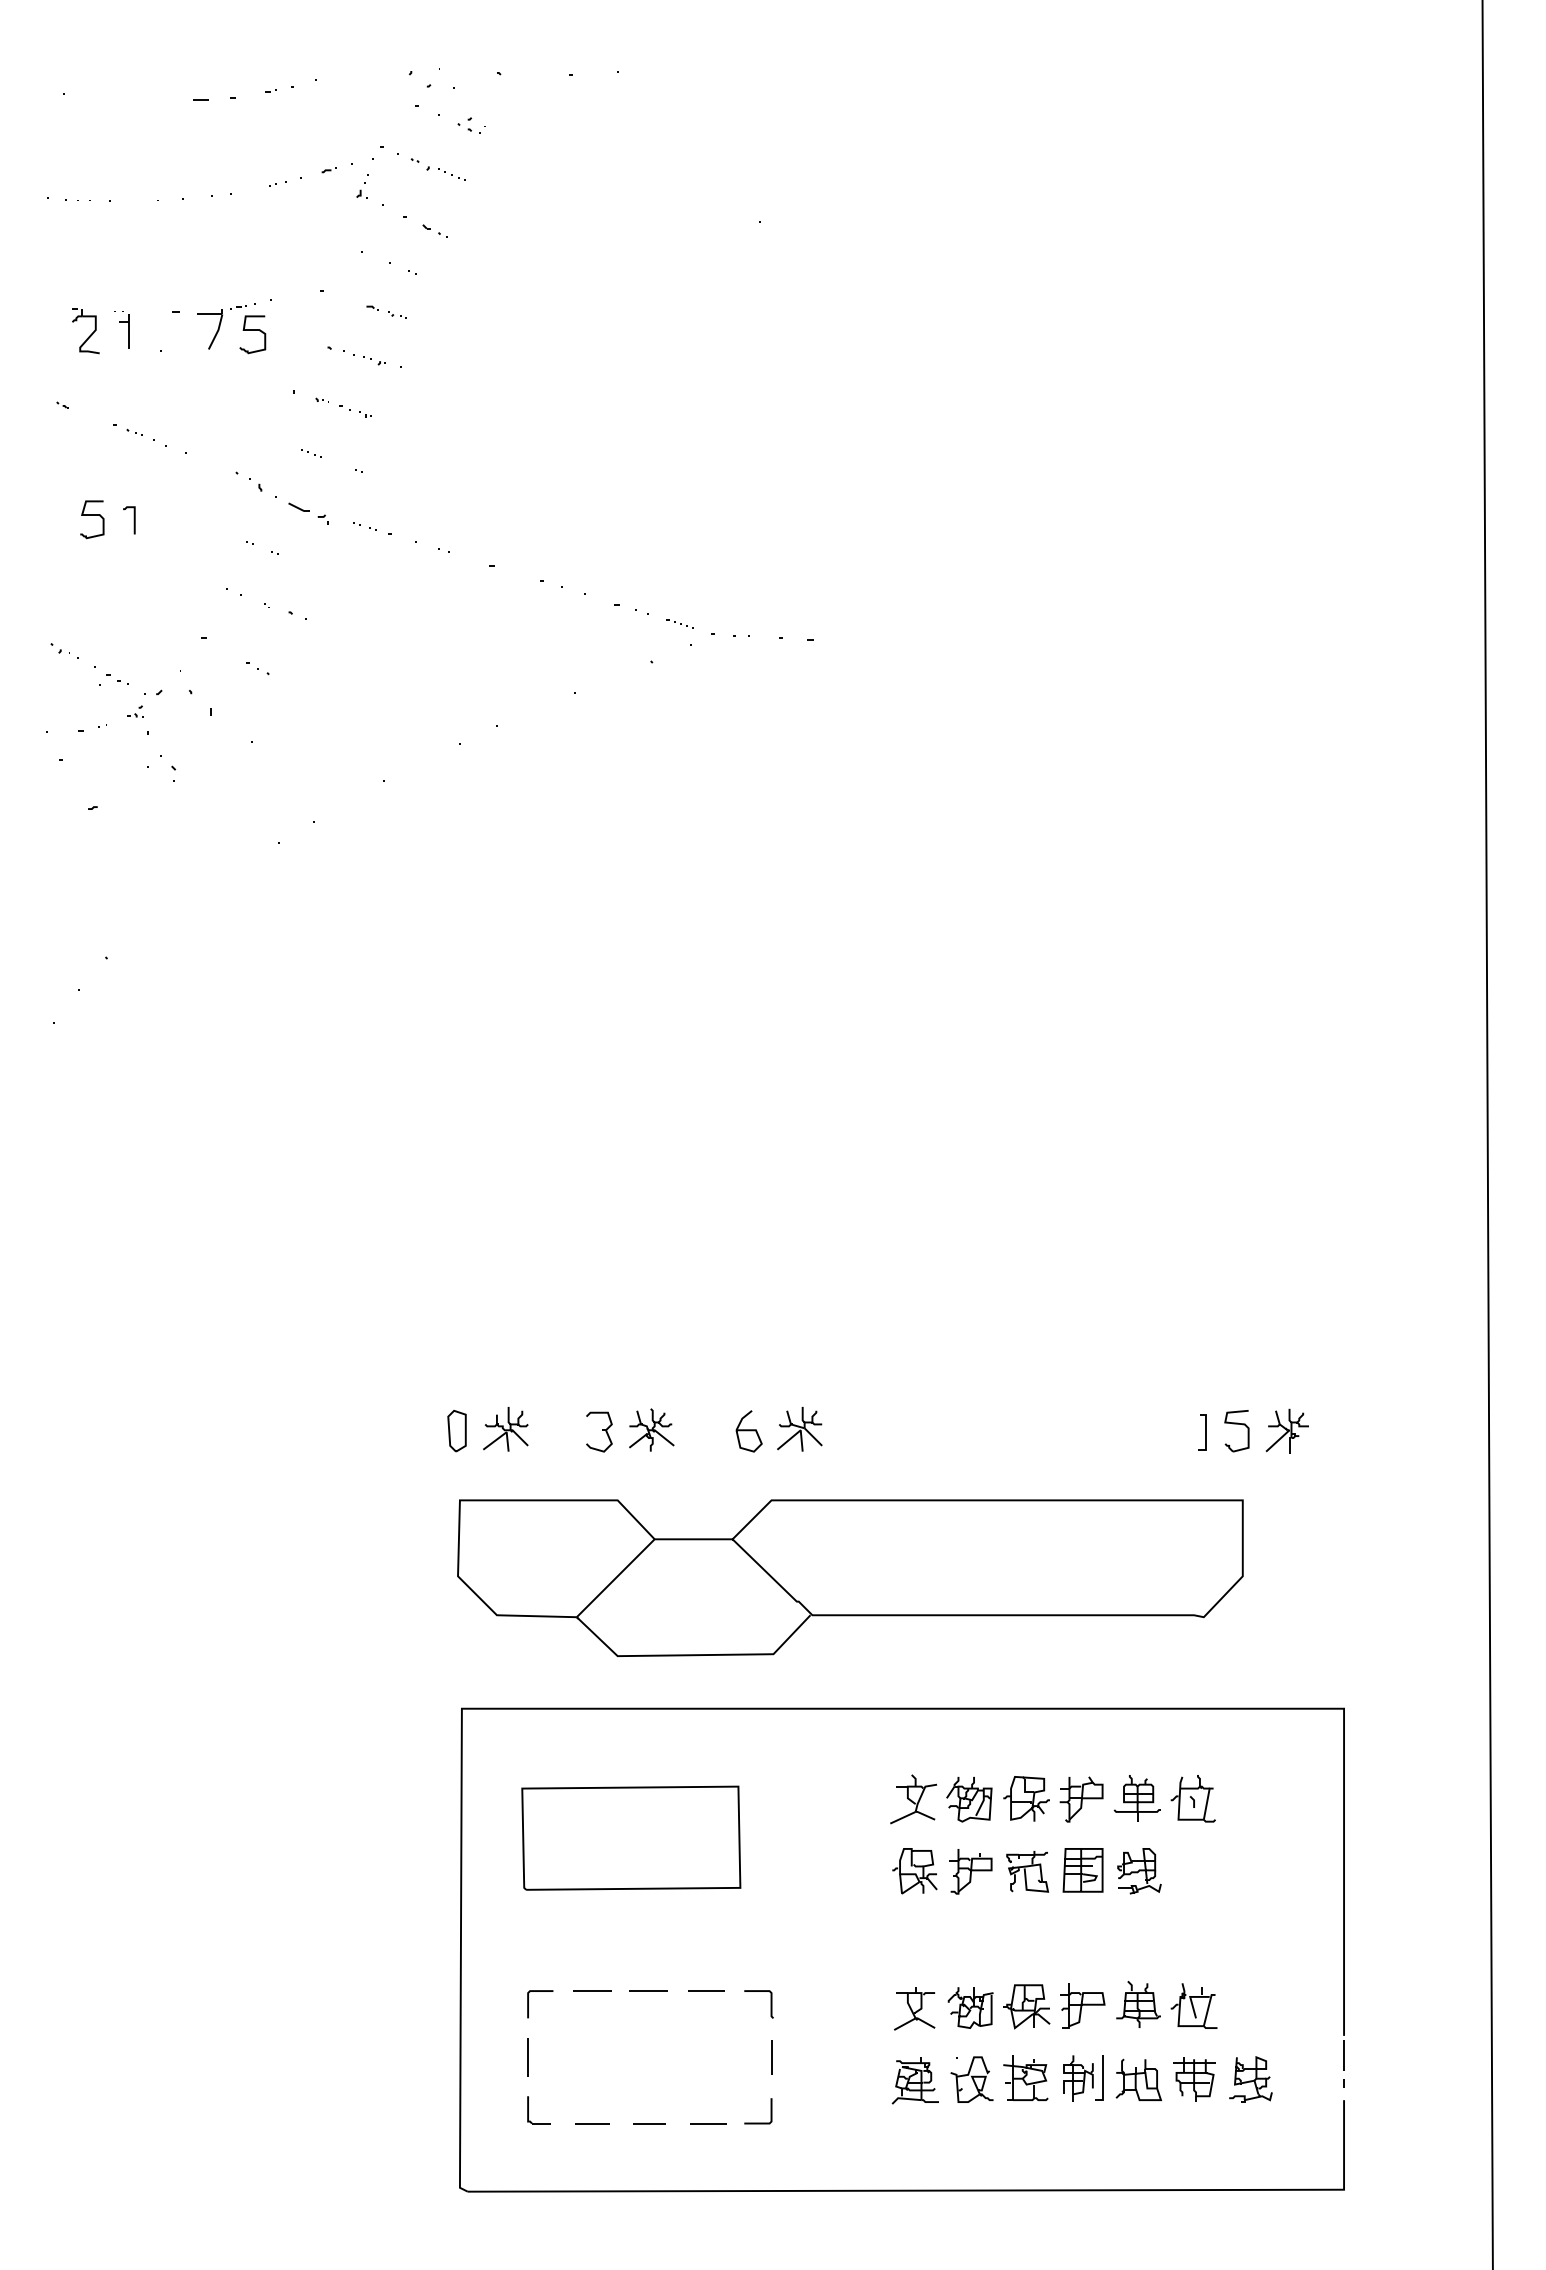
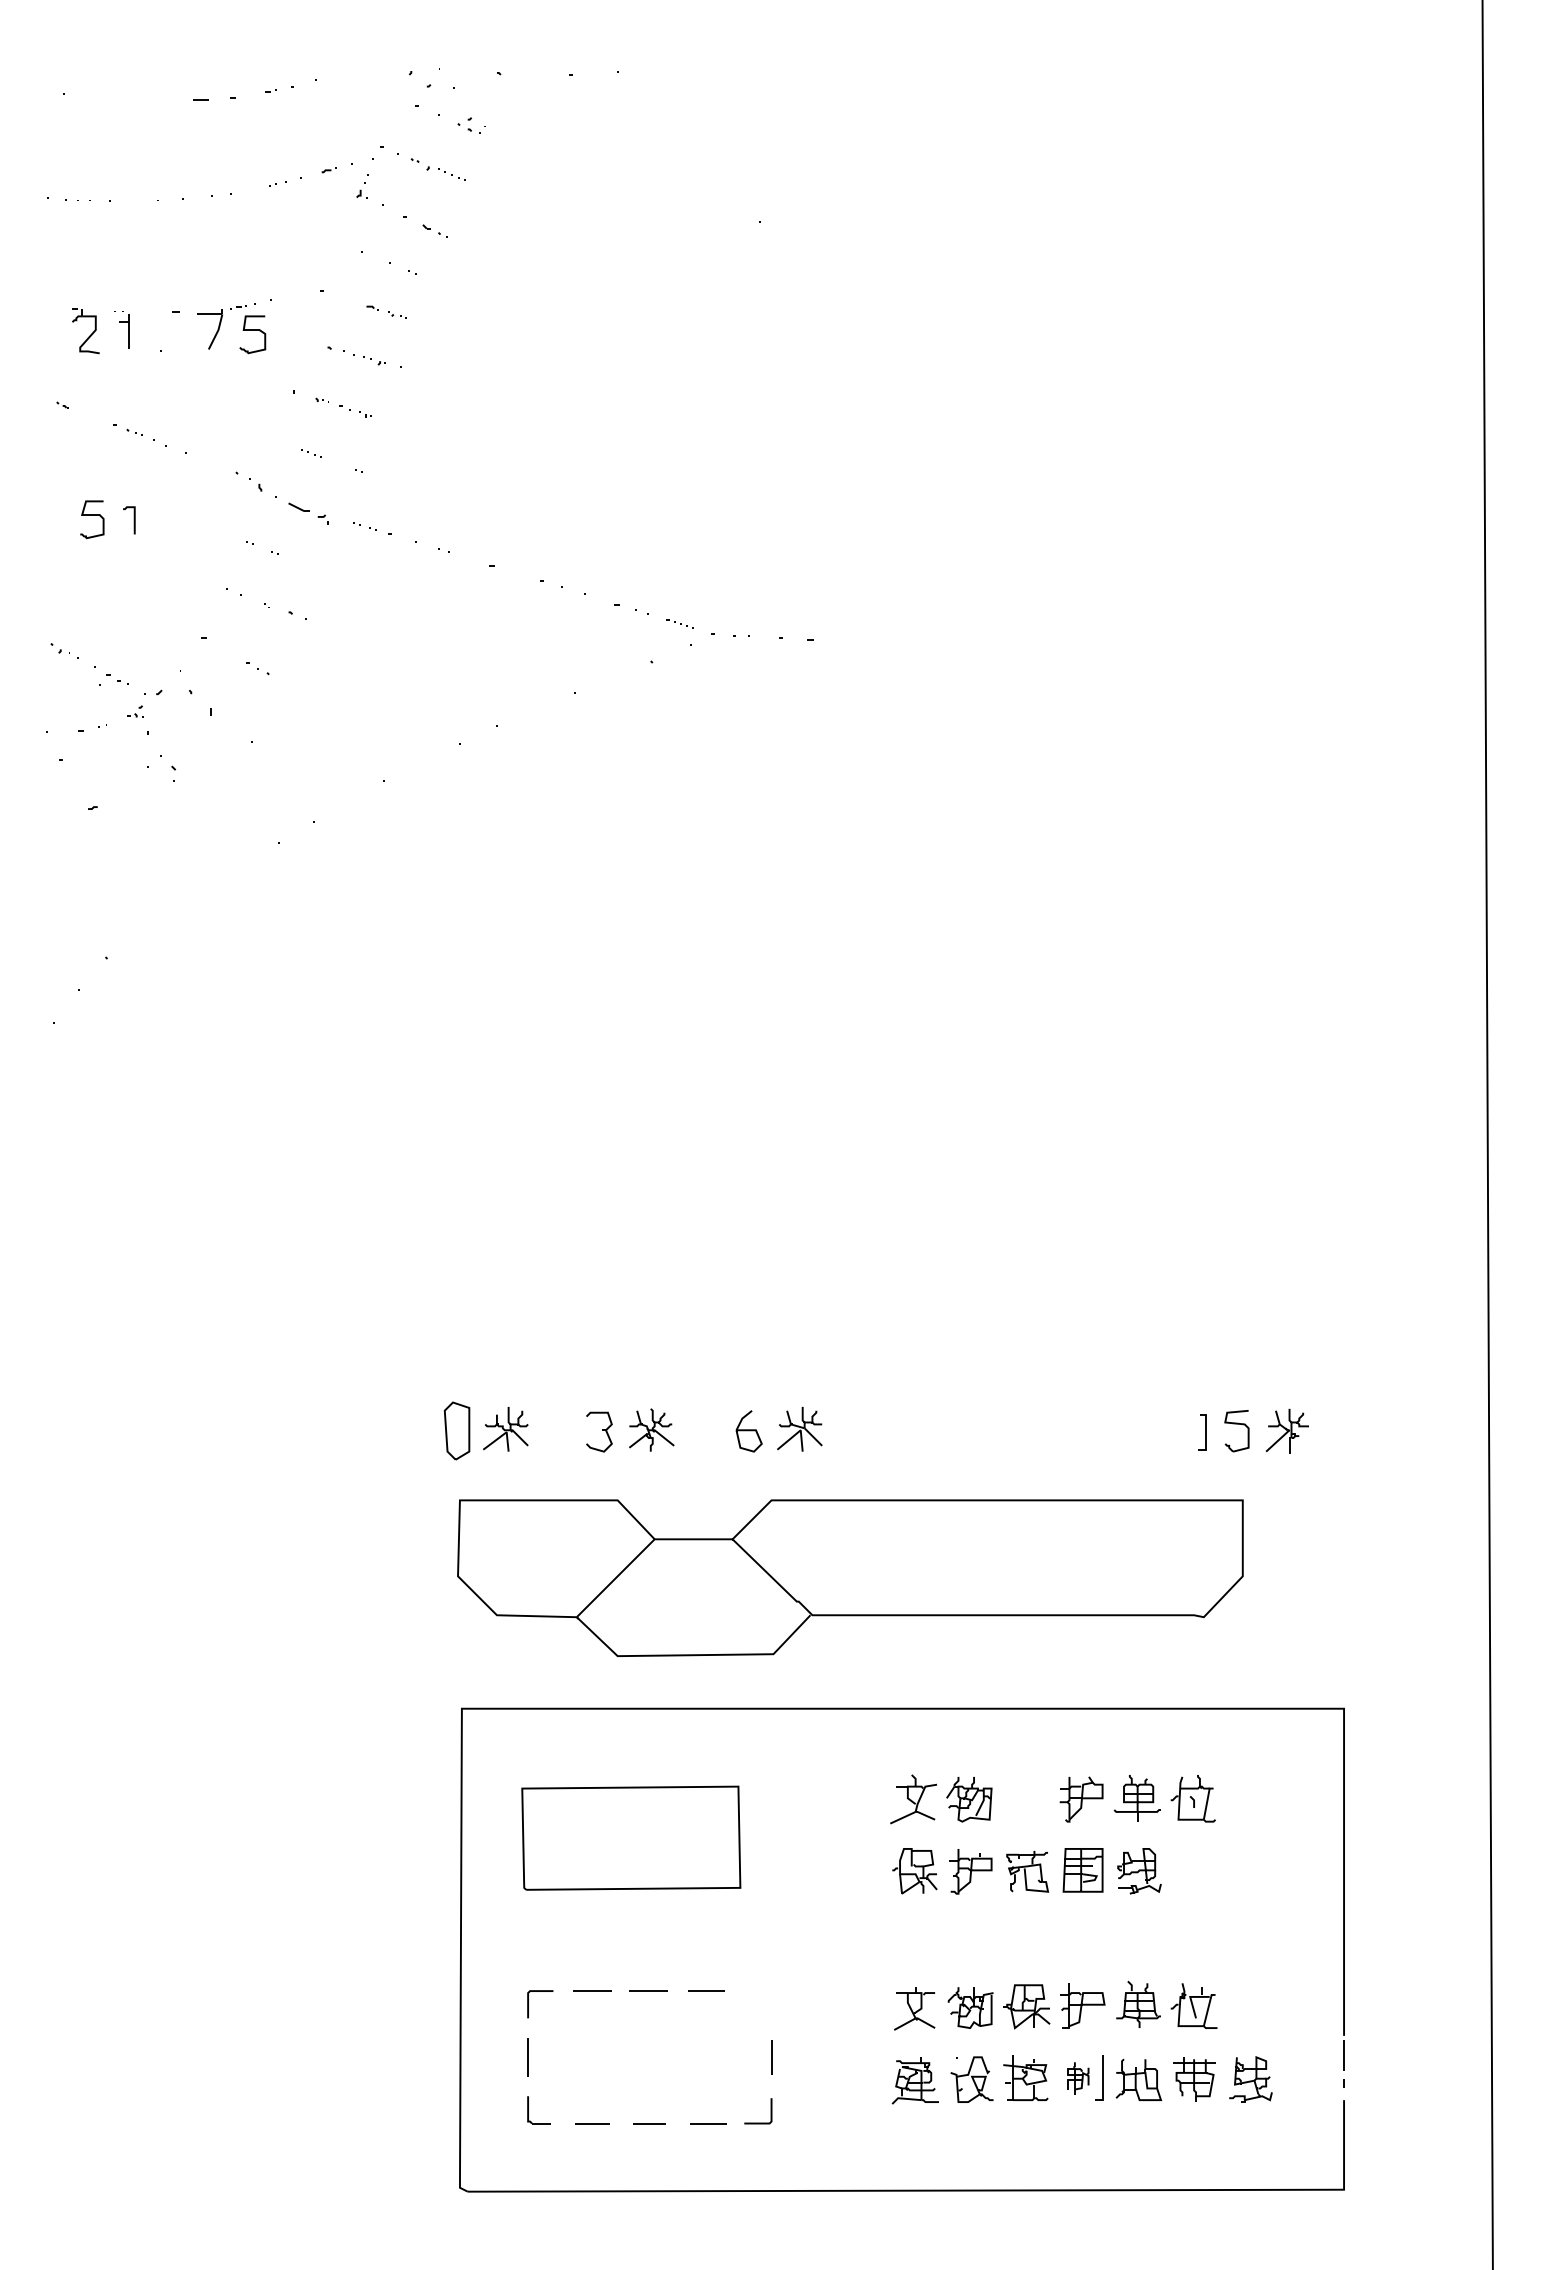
part at (456, 1431) size: 20x43 px -> 28x60 px
part at (1026, 1798): present -> none
line at (770, 2004): present -> none
part at (1078, 2078) size: 31x47 px -> 23x33 px
